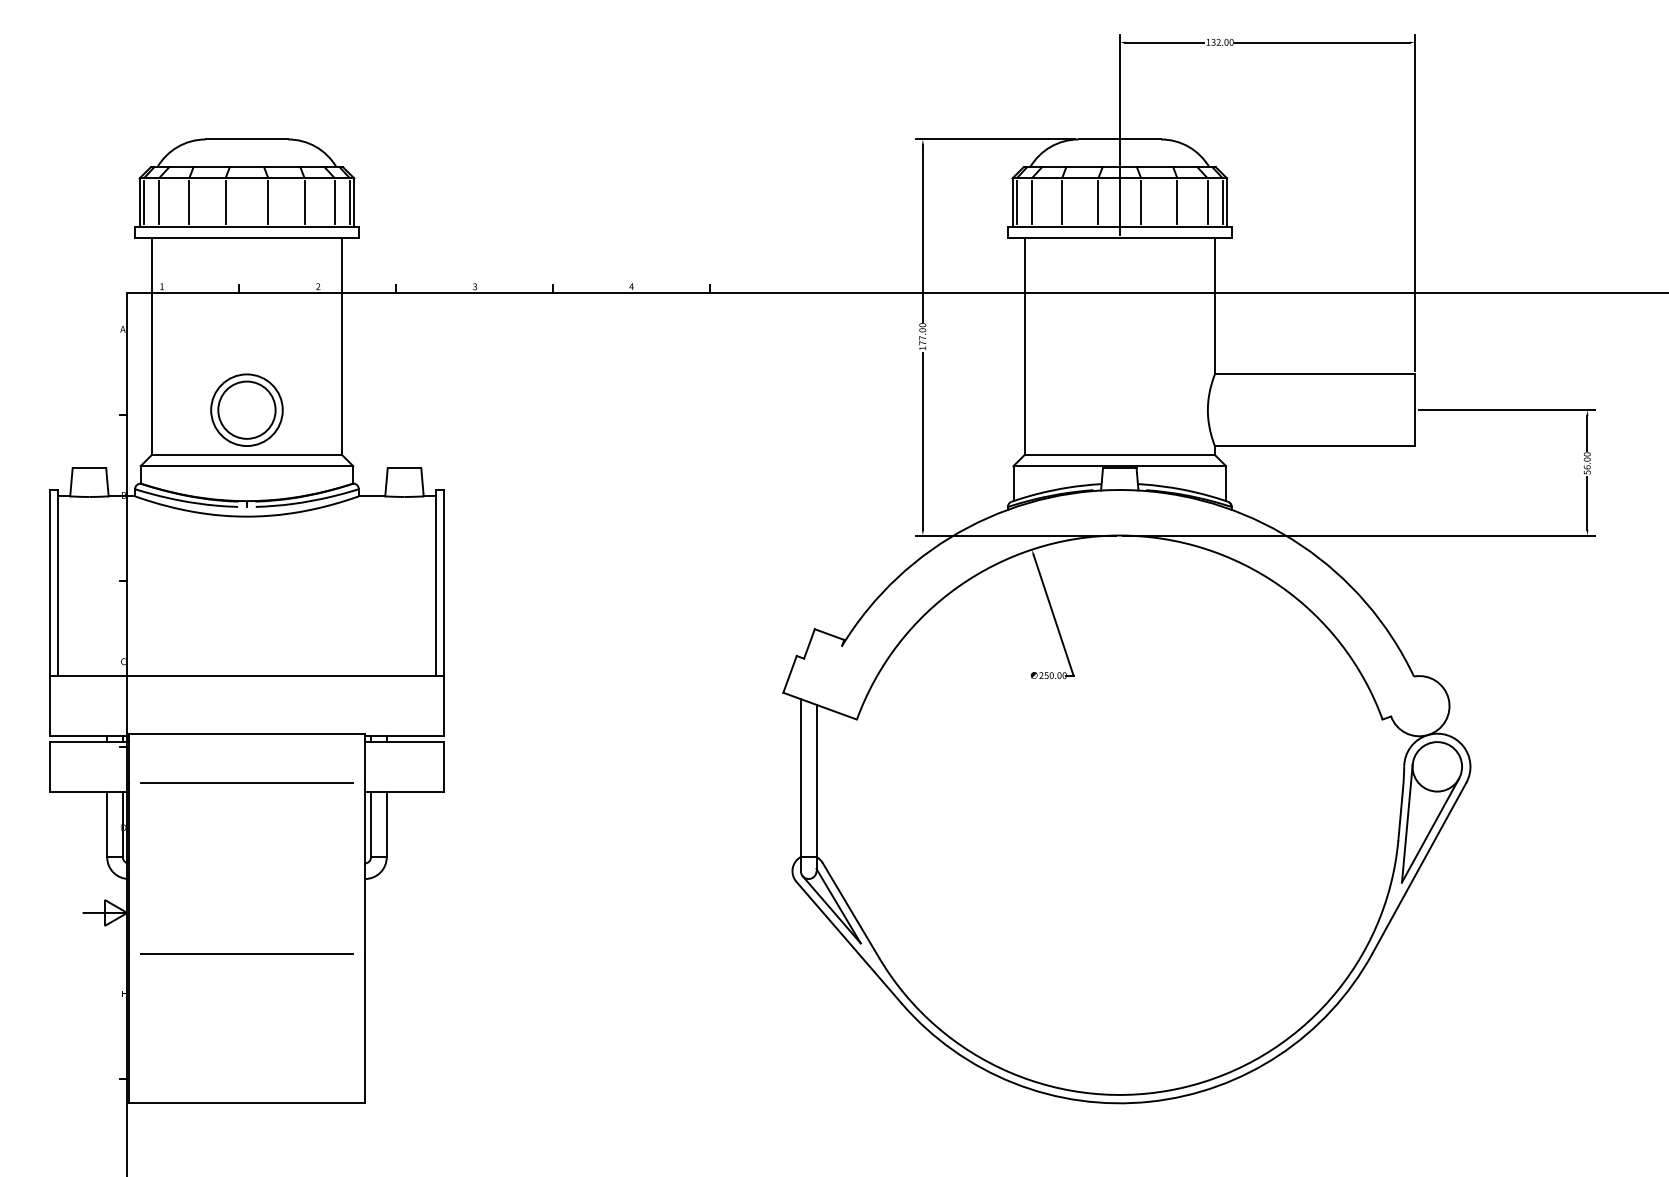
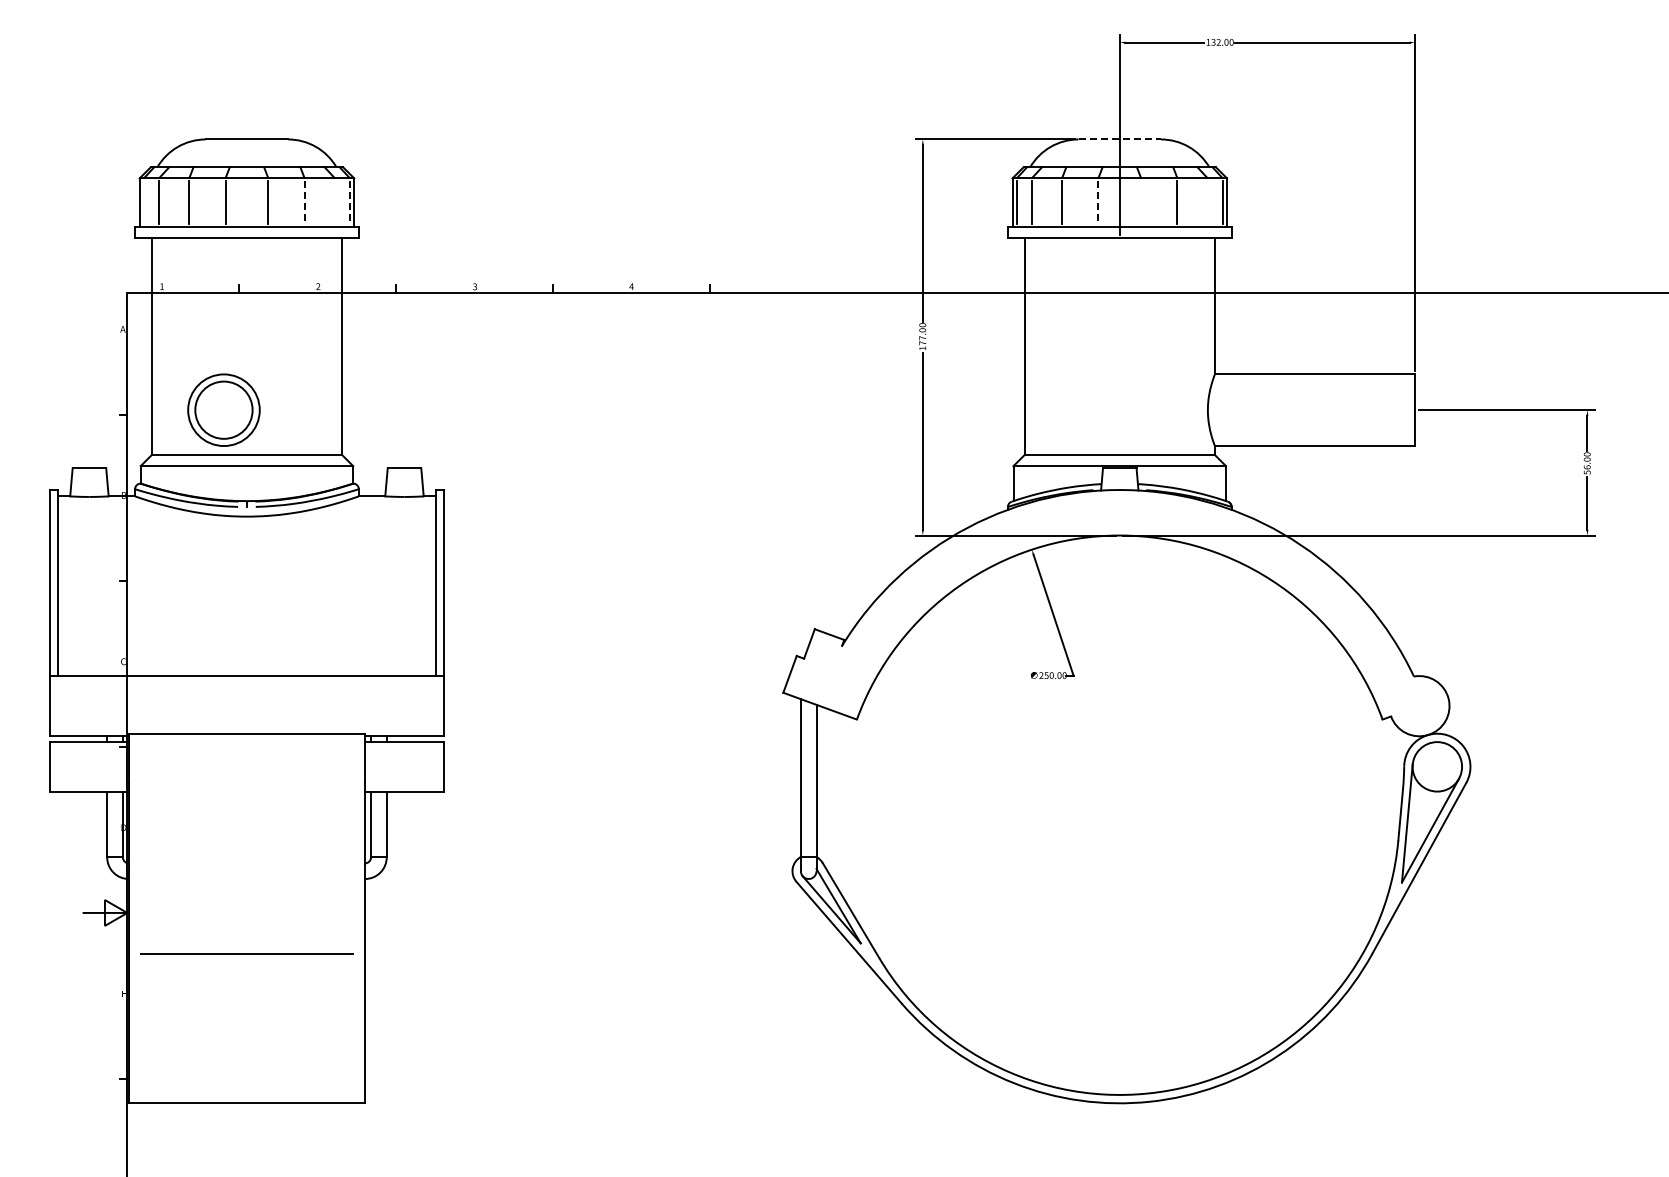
line at (1120, 139): solid -> dashed
line at (143, 202): present -> none
line at (304, 202): solid -> dashed
line at (334, 202): present -> none
line at (349, 202): solid -> dashed
line at (1098, 202): solid -> dashed
line at (1141, 202): present -> none
line at (1207, 202): present -> none
part at (246, 409) position: (246, 409) -> (223, 409)
line at (246, 782): present -> none
